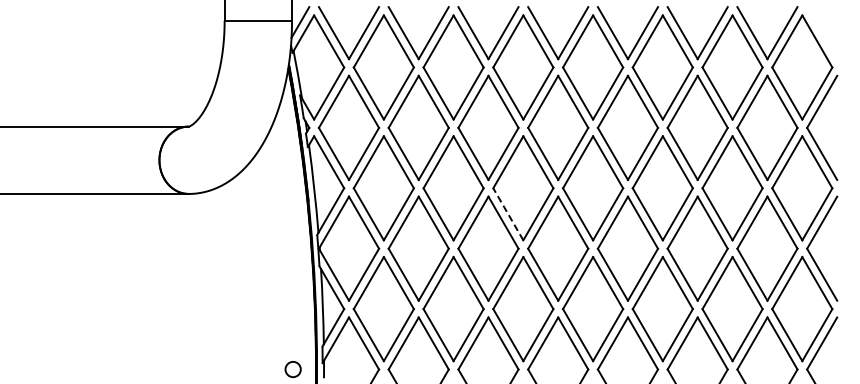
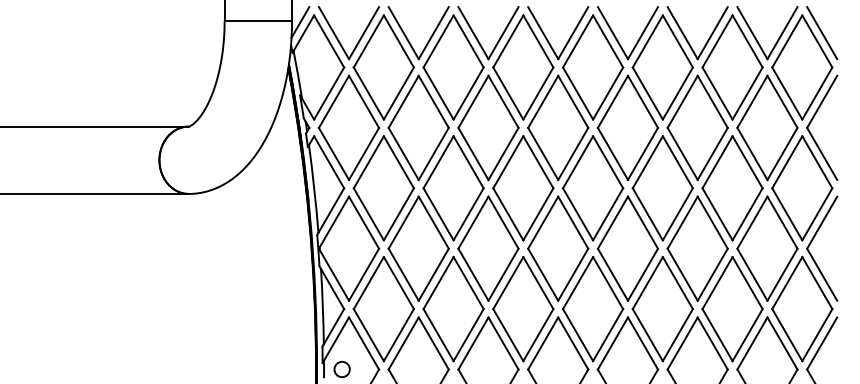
line at (822, 33): none -> present
line at (508, 213): dashed -> solid
circle at (292, 369) position: (292, 369) -> (341, 369)
